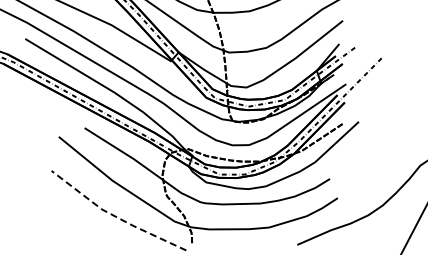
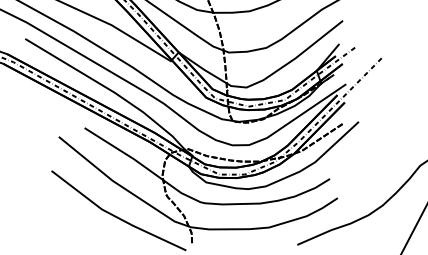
line at (115, 216): dashed -> solid
